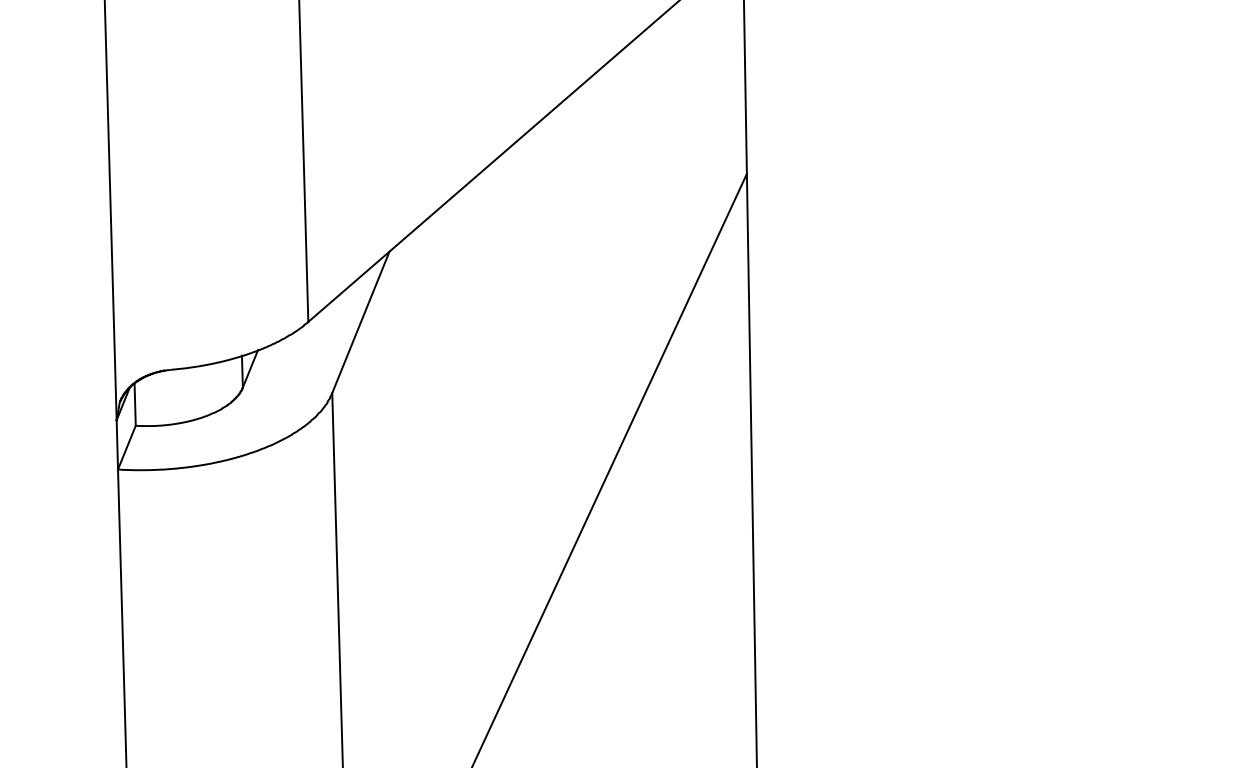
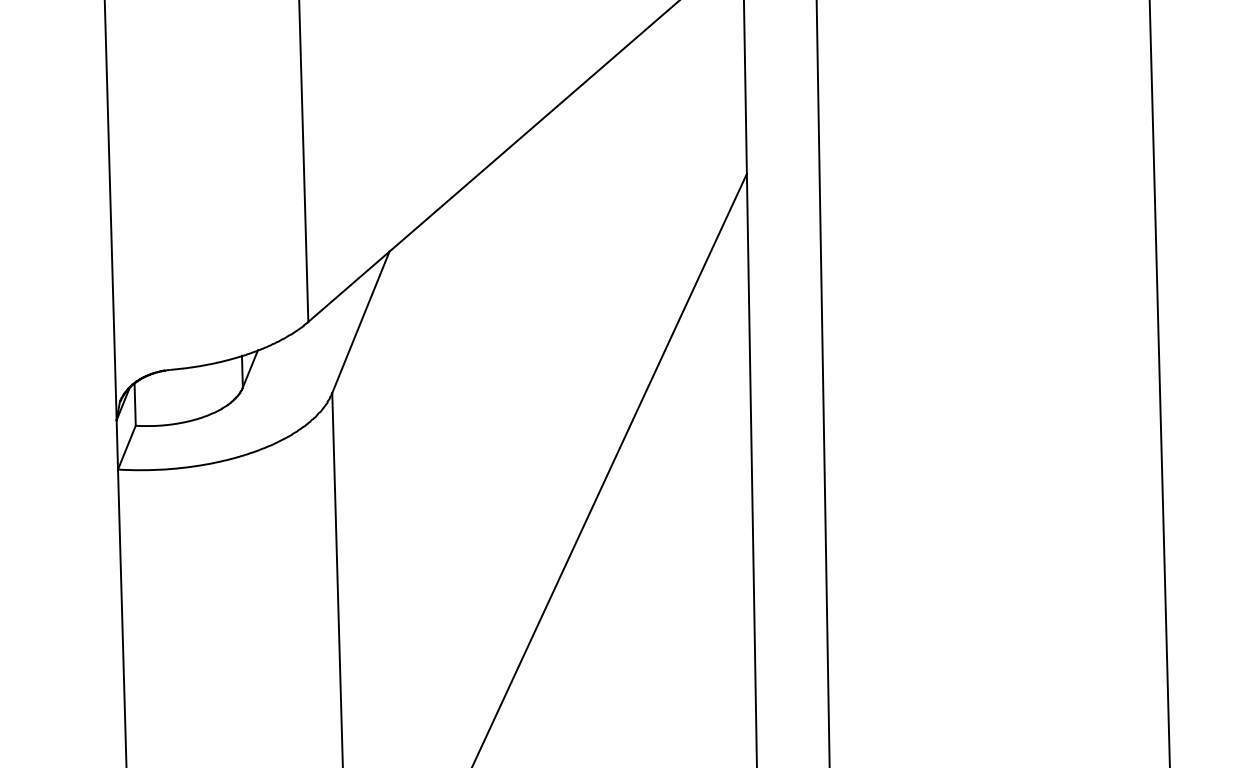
line at (822, 383): none -> present
line at (1159, 383): none -> present
